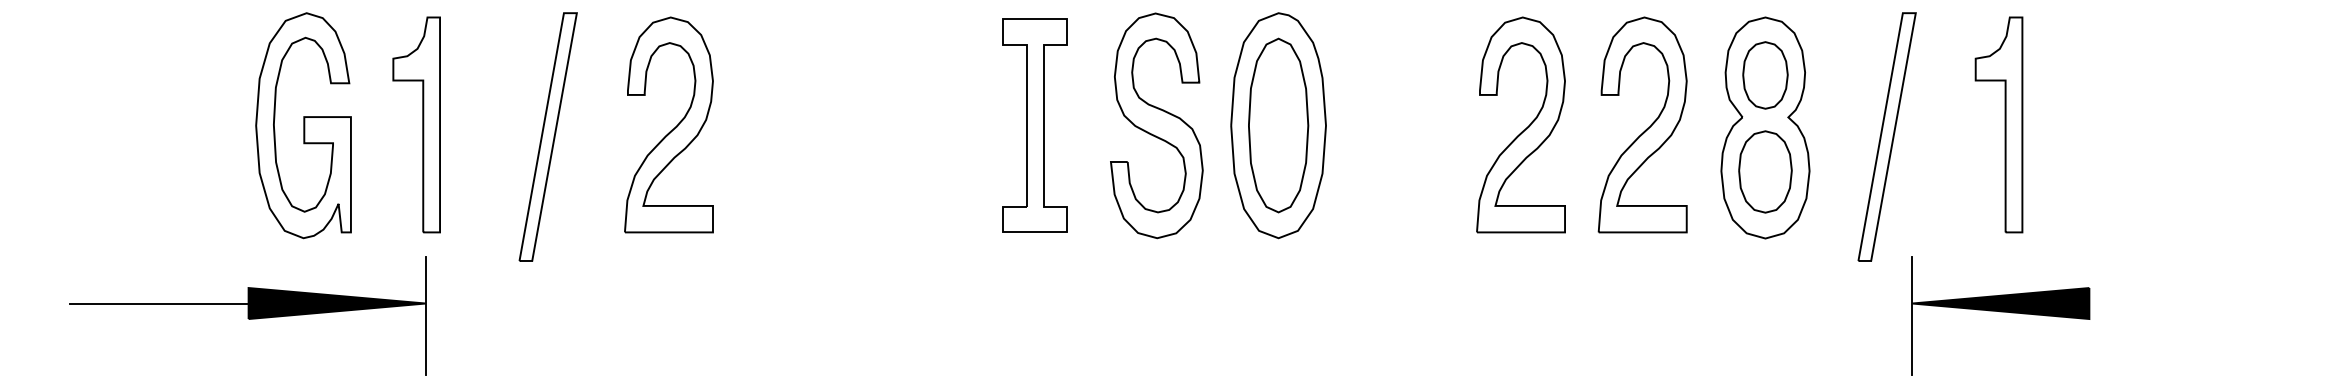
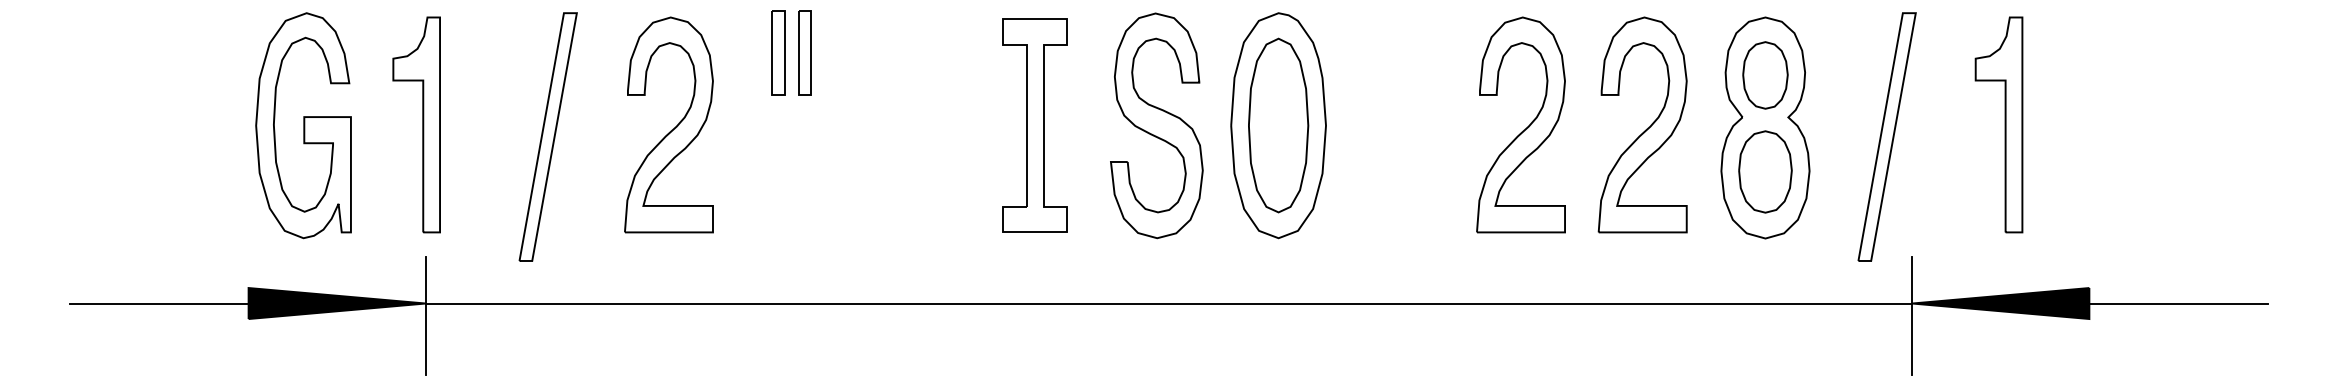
part at (778, 52): none -> present
part at (804, 52): none -> present
line at (1168, 303): none -> present
line at (2178, 303): none -> present
